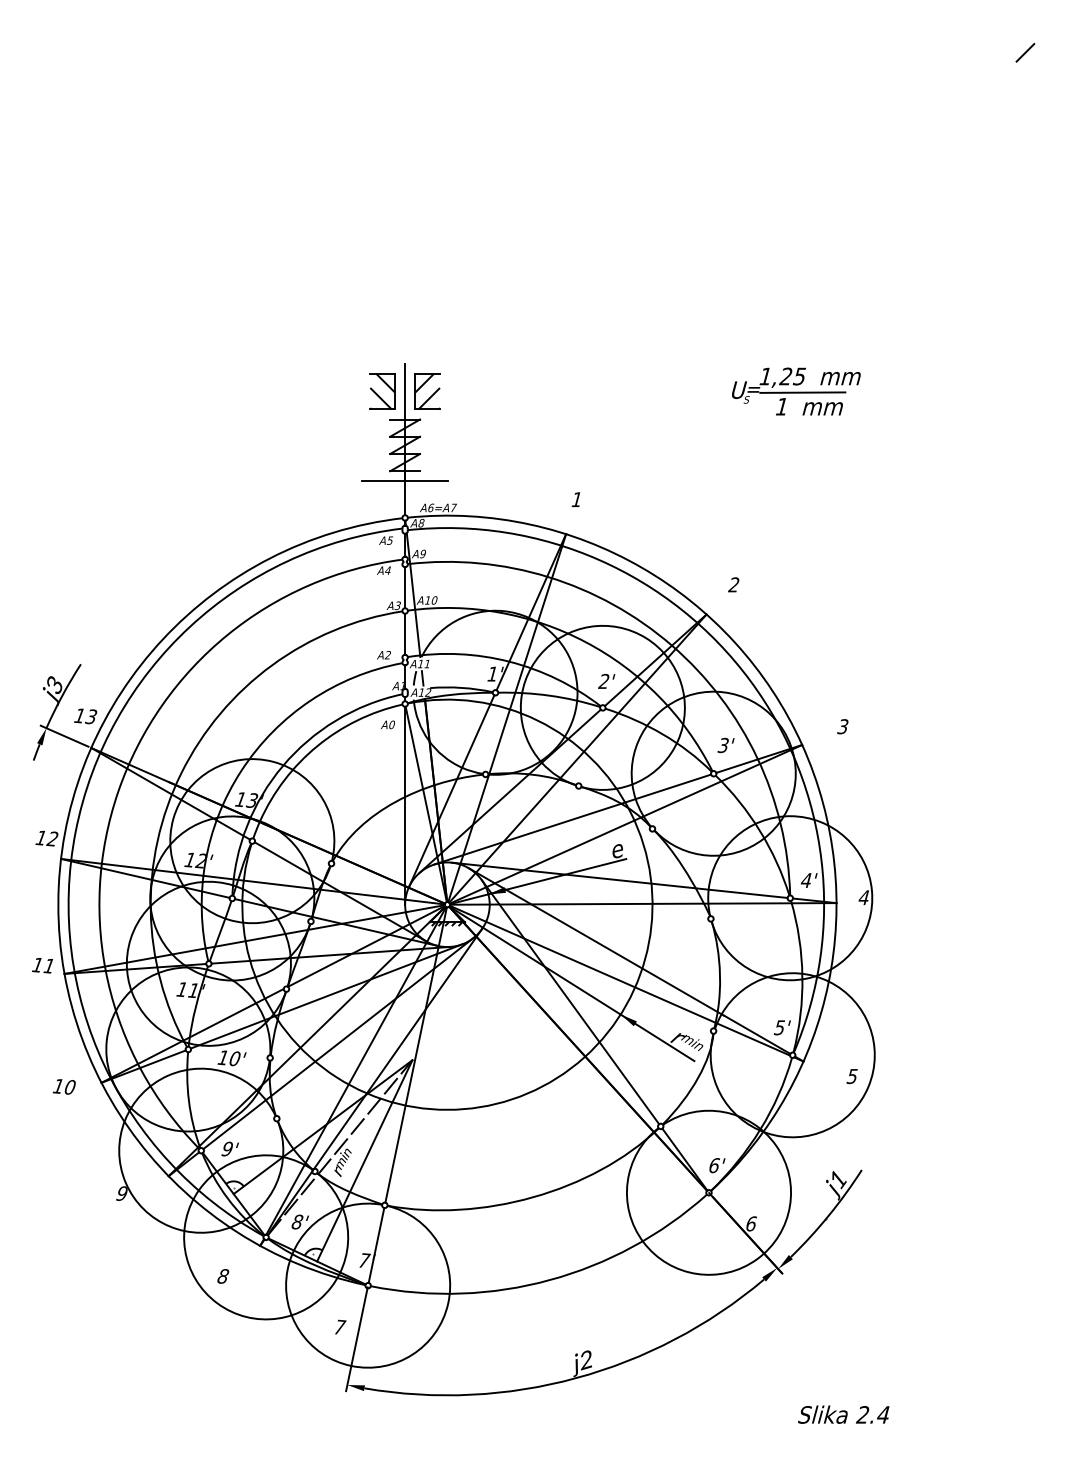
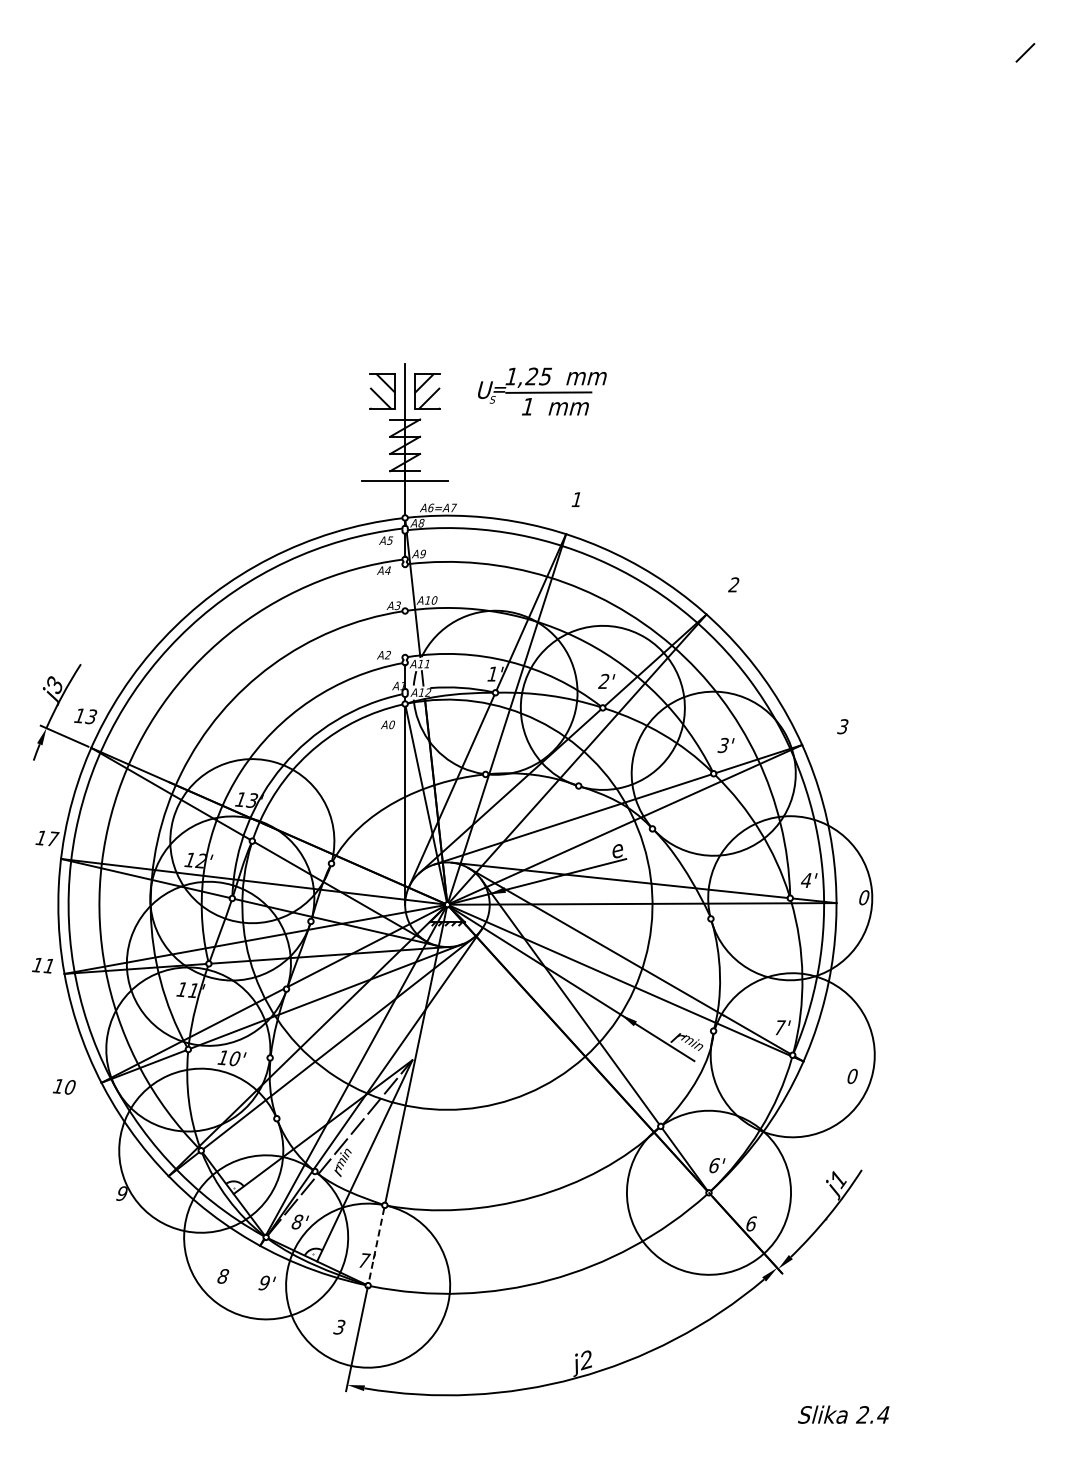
part at (796, 391) position: (796, 391) -> (542, 391)
line at (405, 587): present -> none
line at (405, 633): present -> none
text at (52, 838): 12 -> 17
text at (863, 897): 4 -> 0
text at (779, 1027): 5' -> 7'
text at (851, 1076): 5 -> 0
text at (229, 1148) position: (229, 1148) -> (266, 1282)
line at (376, 1245): solid -> dashed
text at (339, 1326): 7 -> 3
